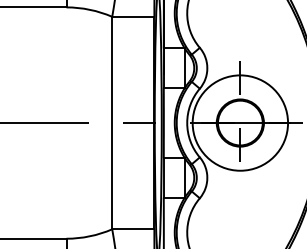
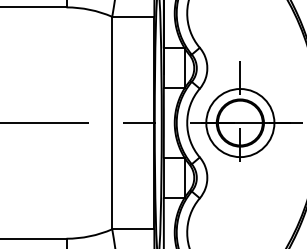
circle at (240, 122) diameter: 95 px -> 68 px
